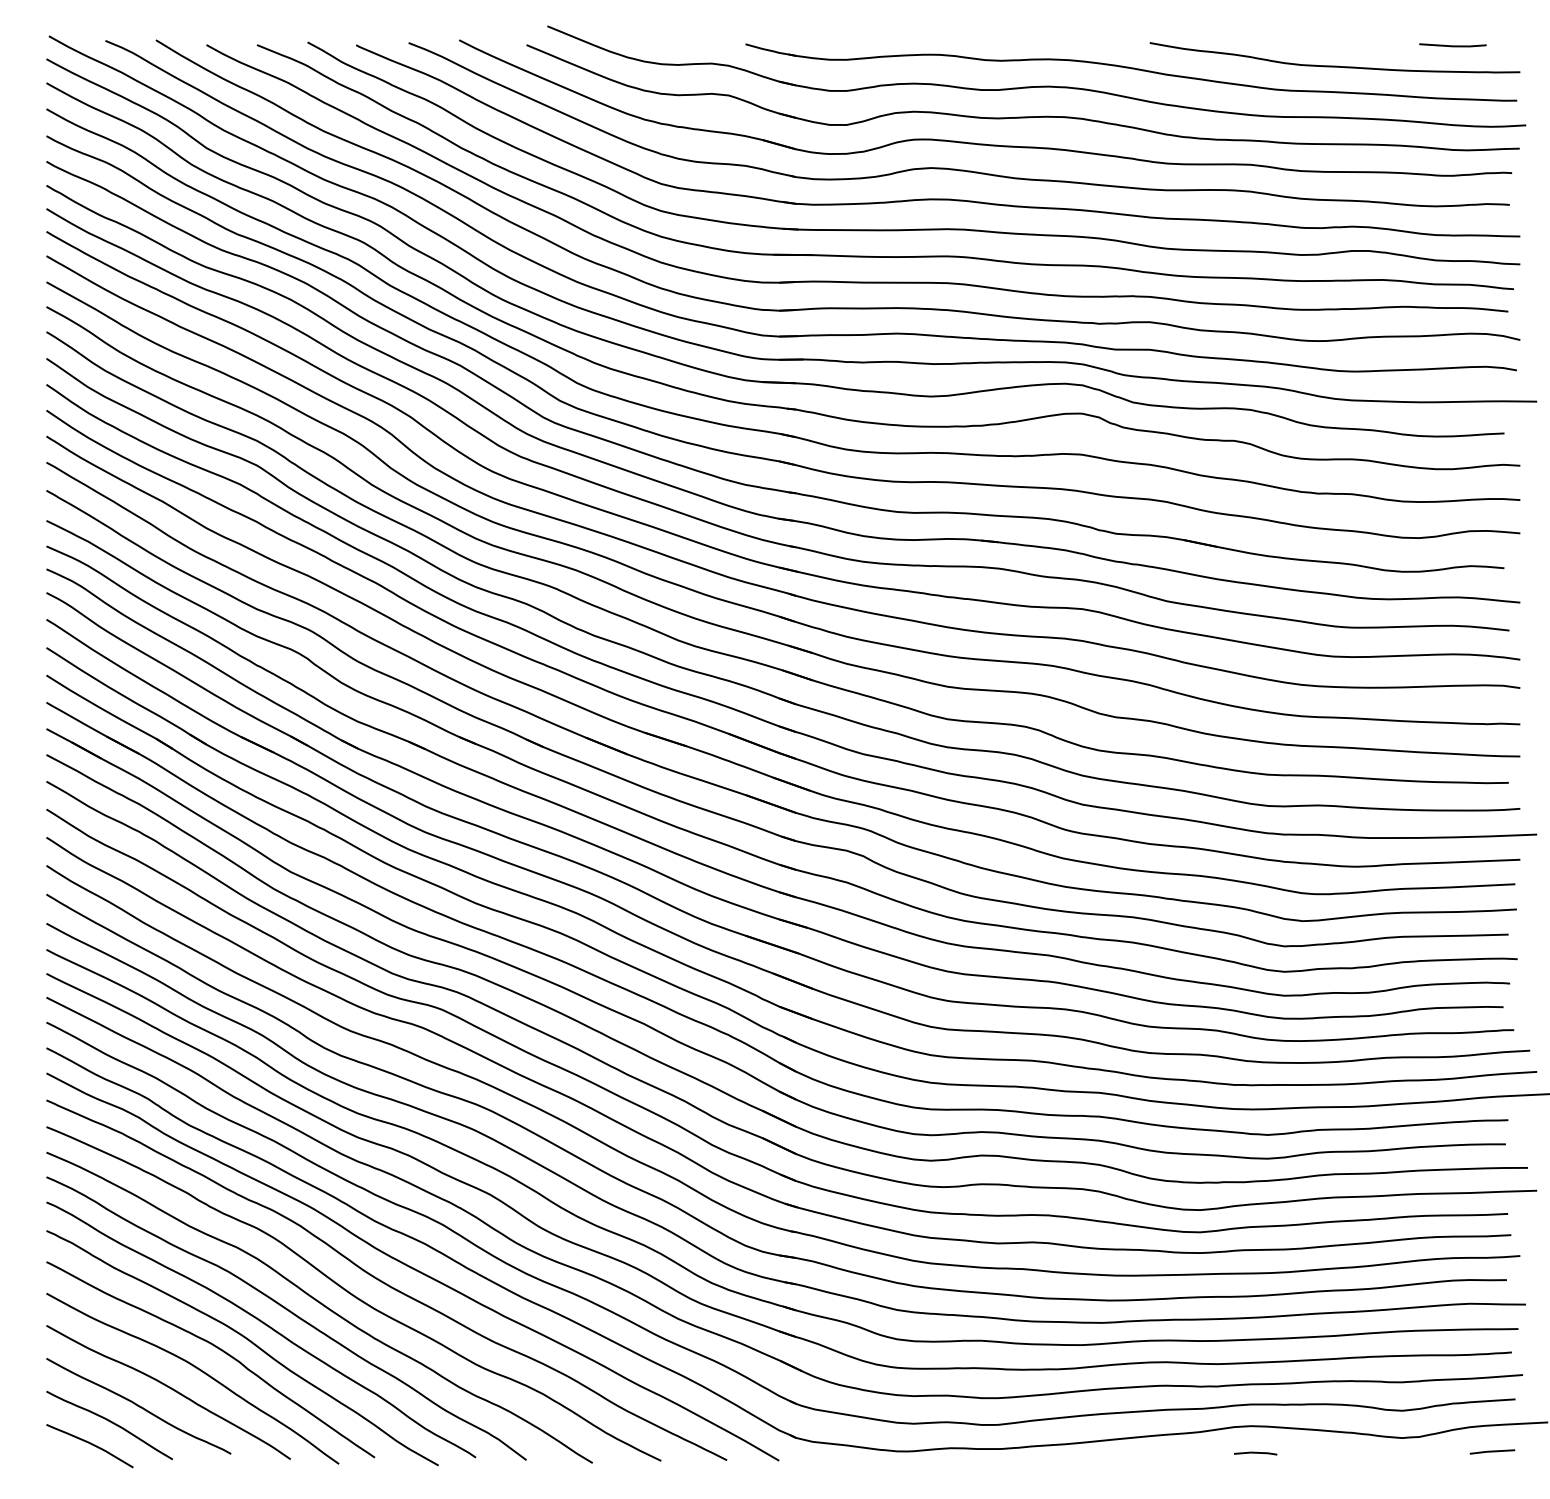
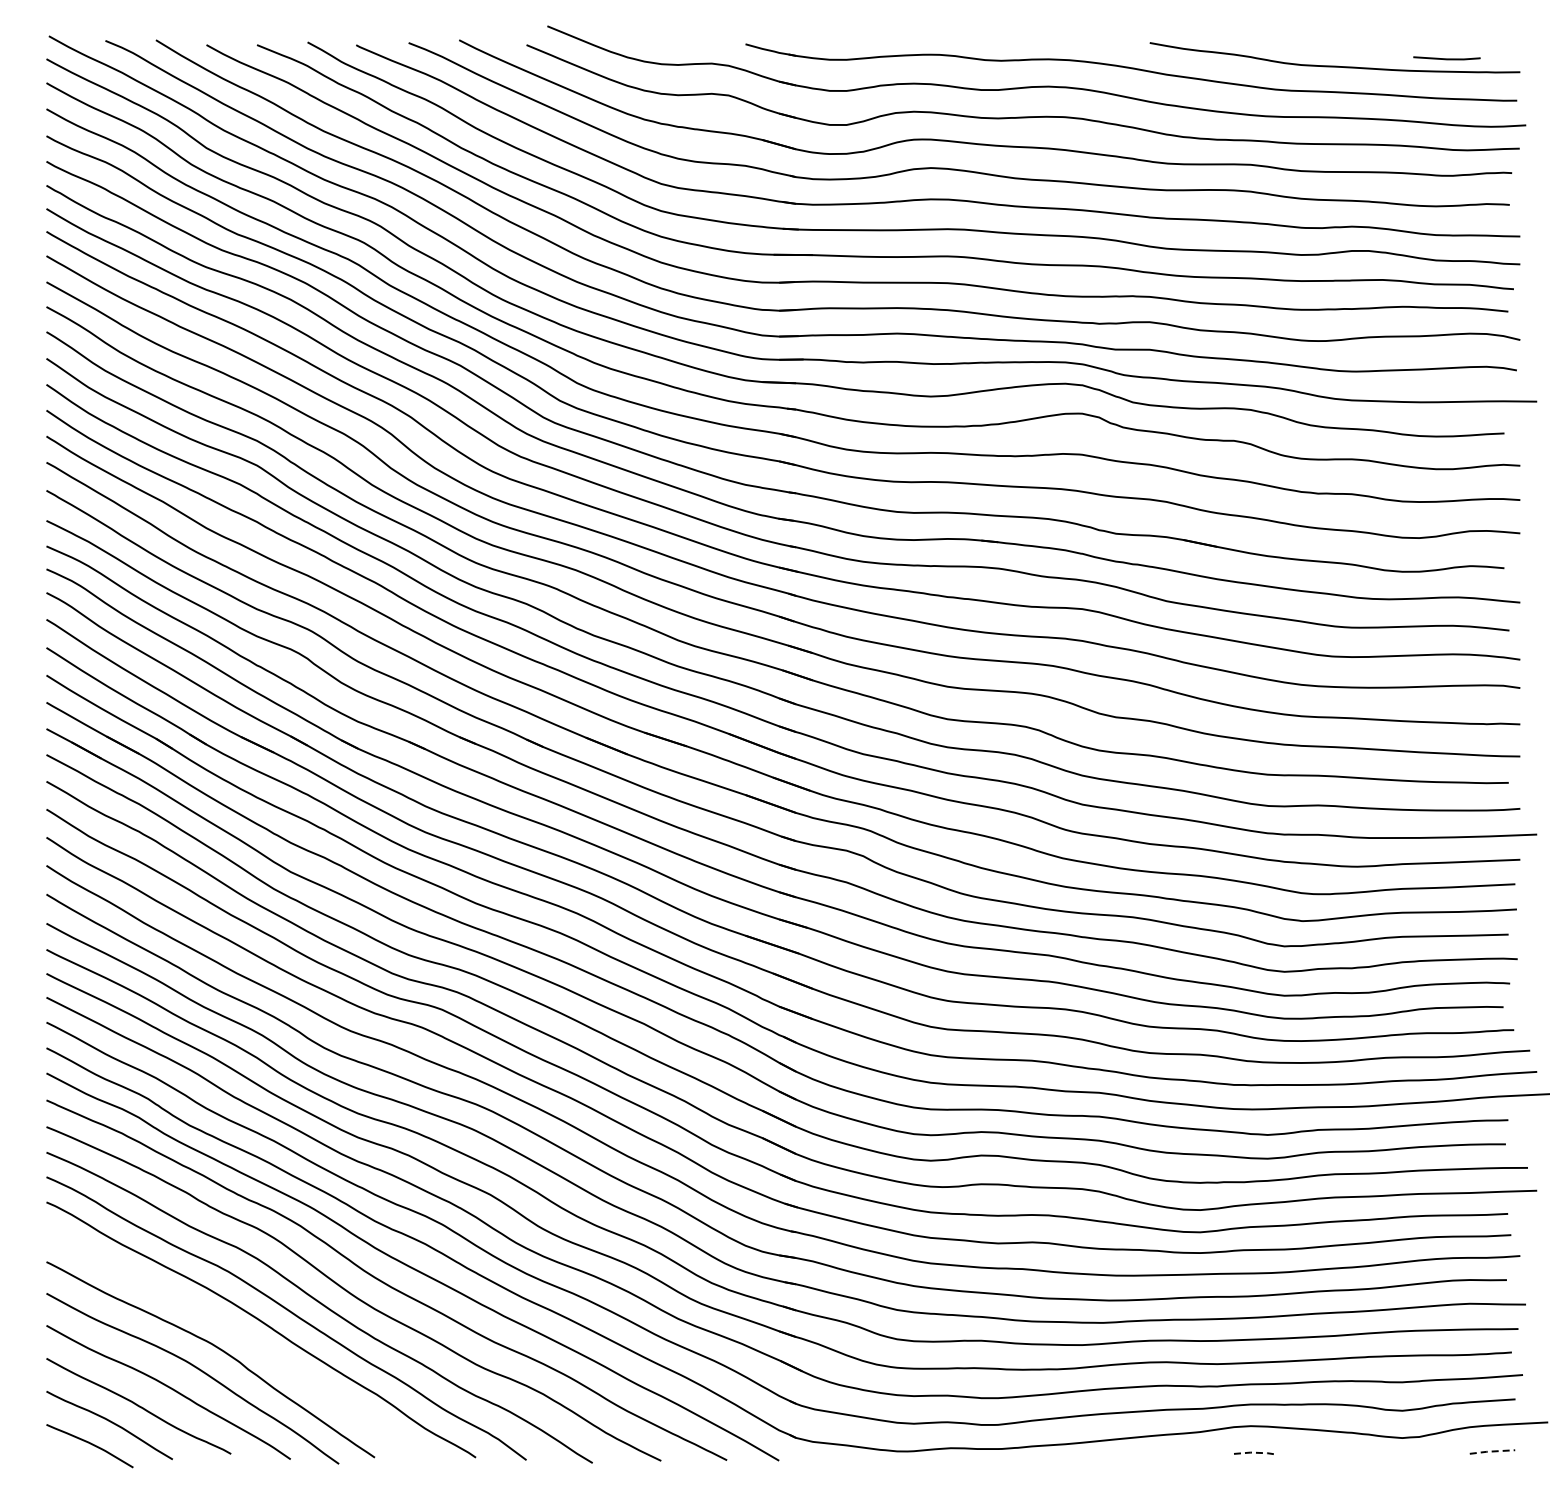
line at (1452, 45) position: (1452, 45) -> (1446, 58)
curve at (247, 1340): present -> none
line at (1492, 1451): solid -> dashed
line at (1255, 1452): solid -> dashed
